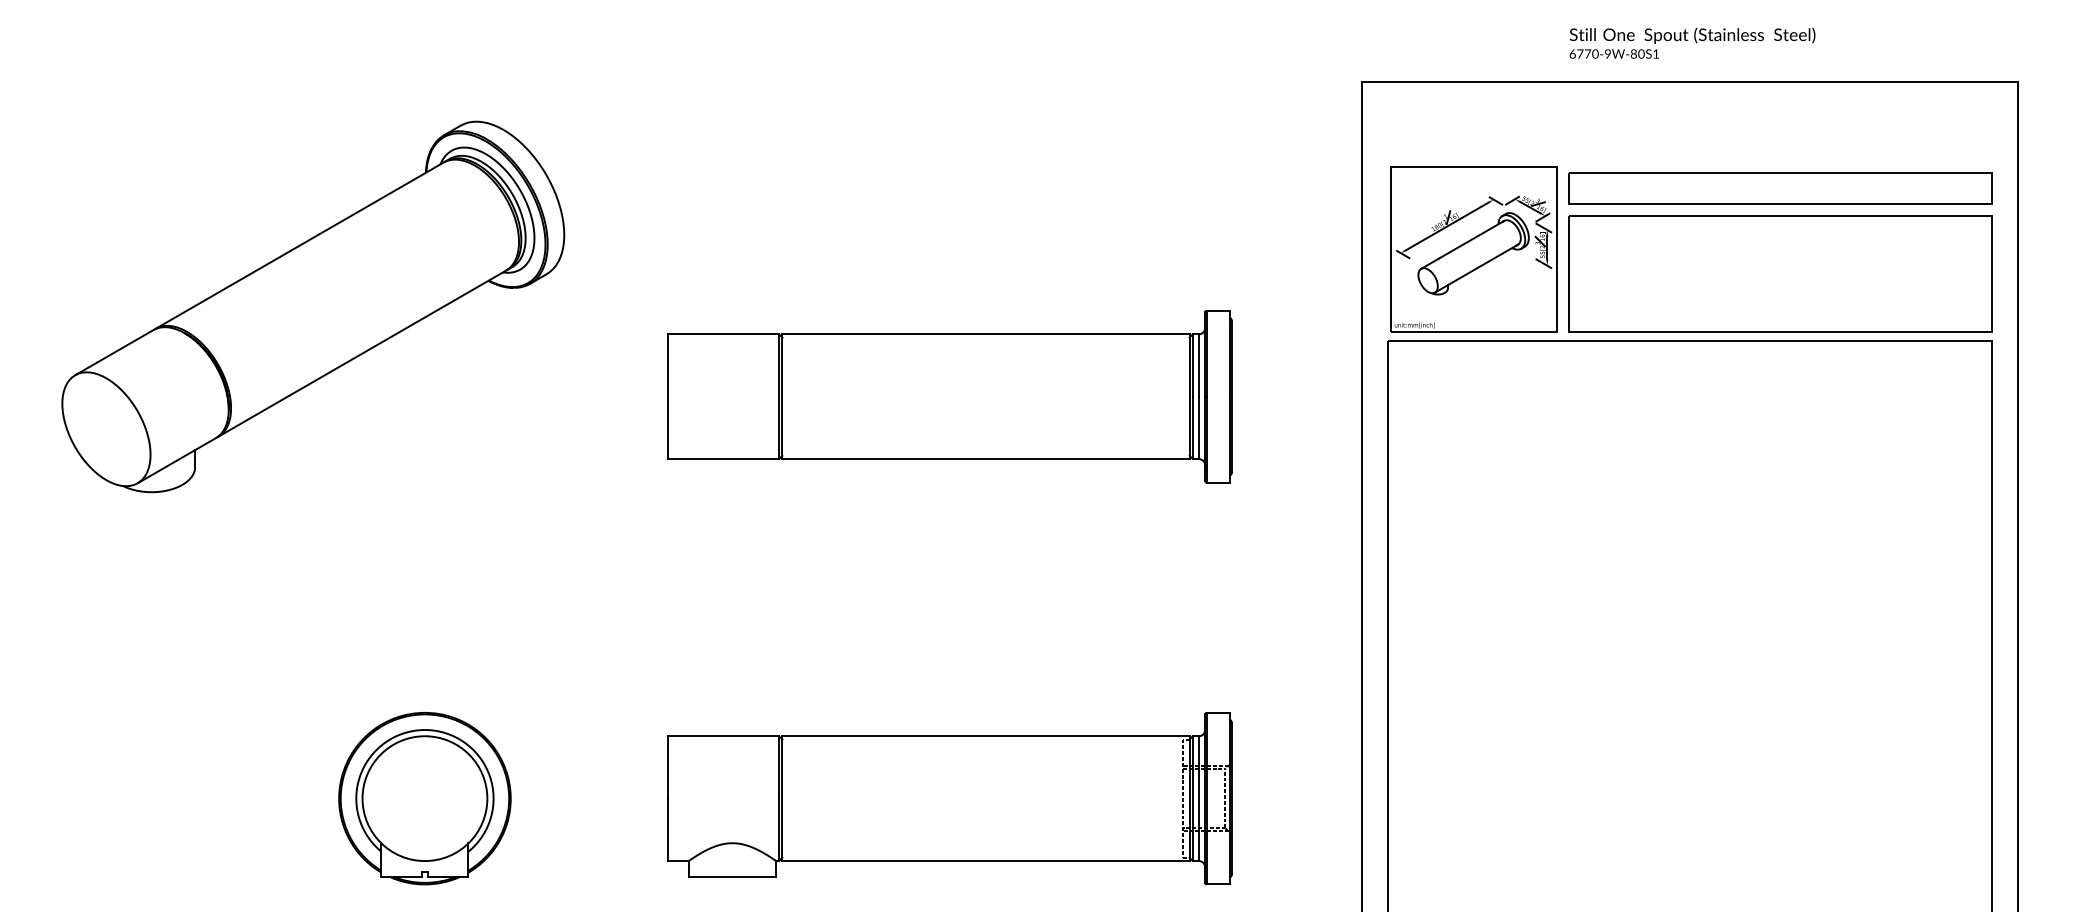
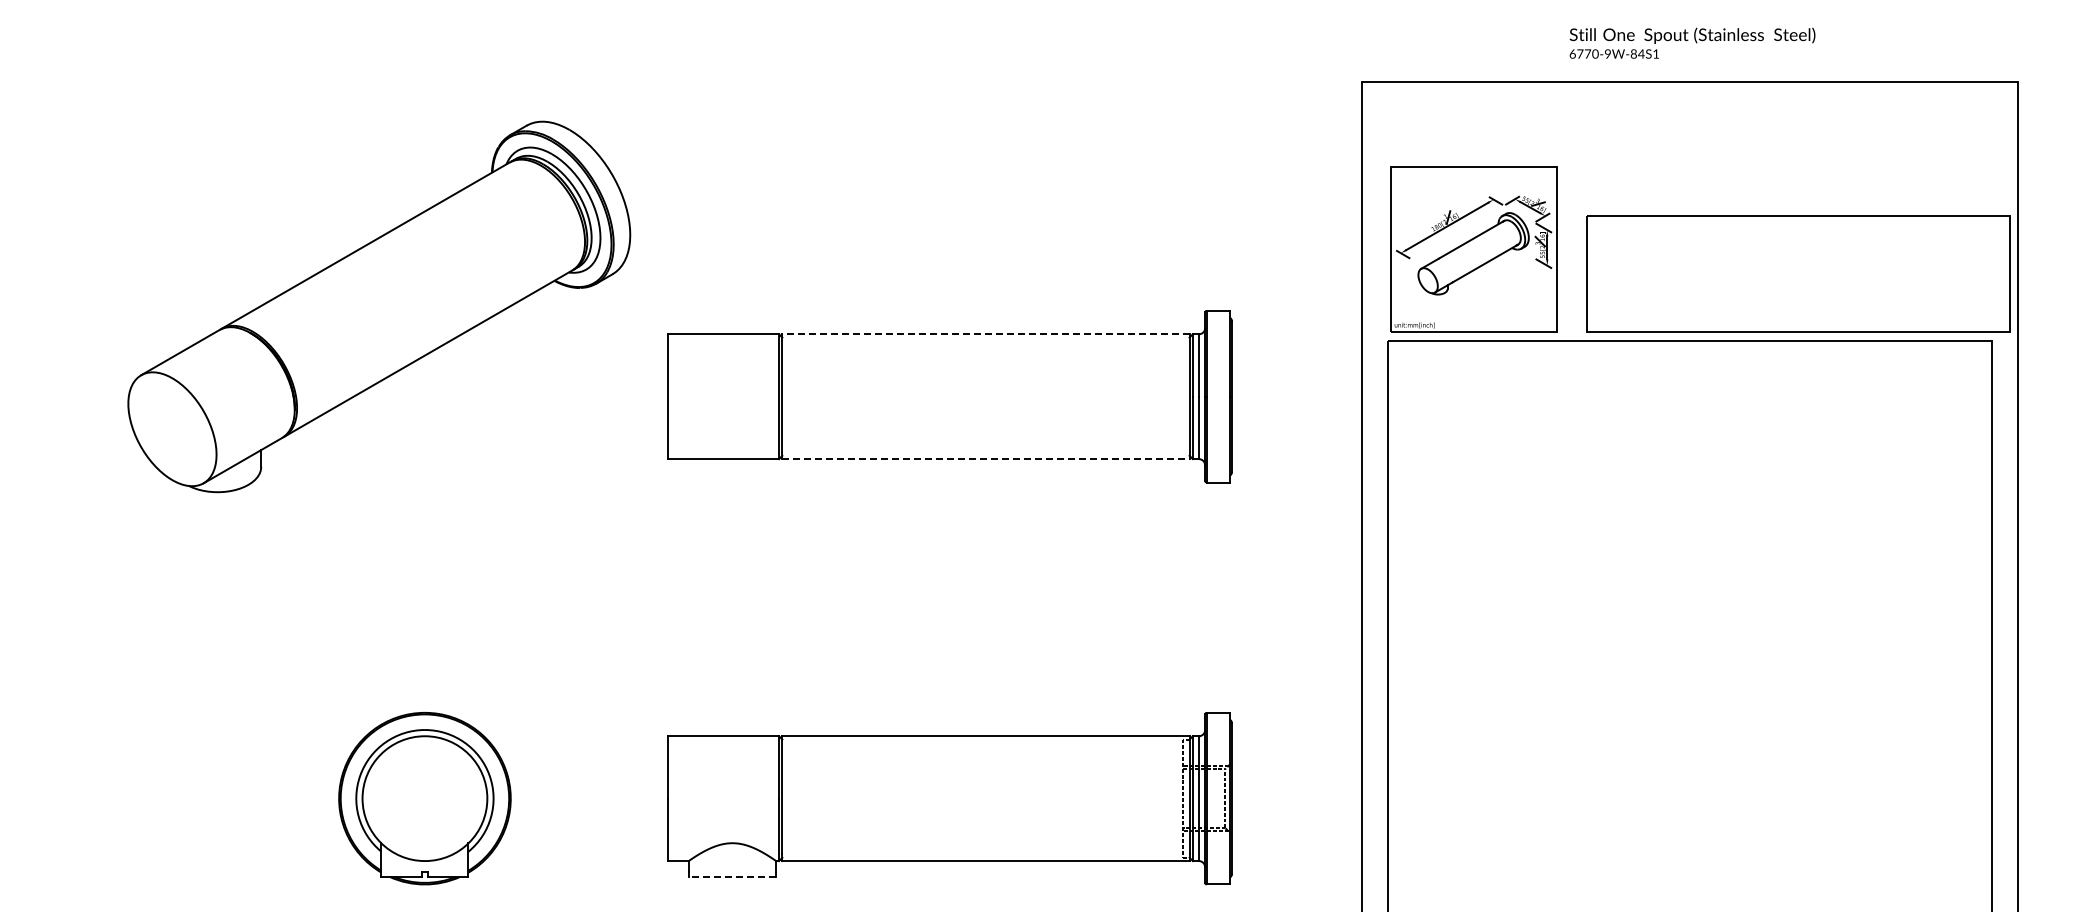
text at (1641, 53): 6770-9W-80S1 -> 6770-9W-84S1
part at (1780, 188): present -> none
part at (1780, 273) position: (1780, 273) -> (1798, 273)
part at (313, 306) position: (313, 306) -> (379, 306)
line at (985, 334): solid -> dashed
line at (985, 459): solid -> dashed
line at (731, 876): solid -> dashed
